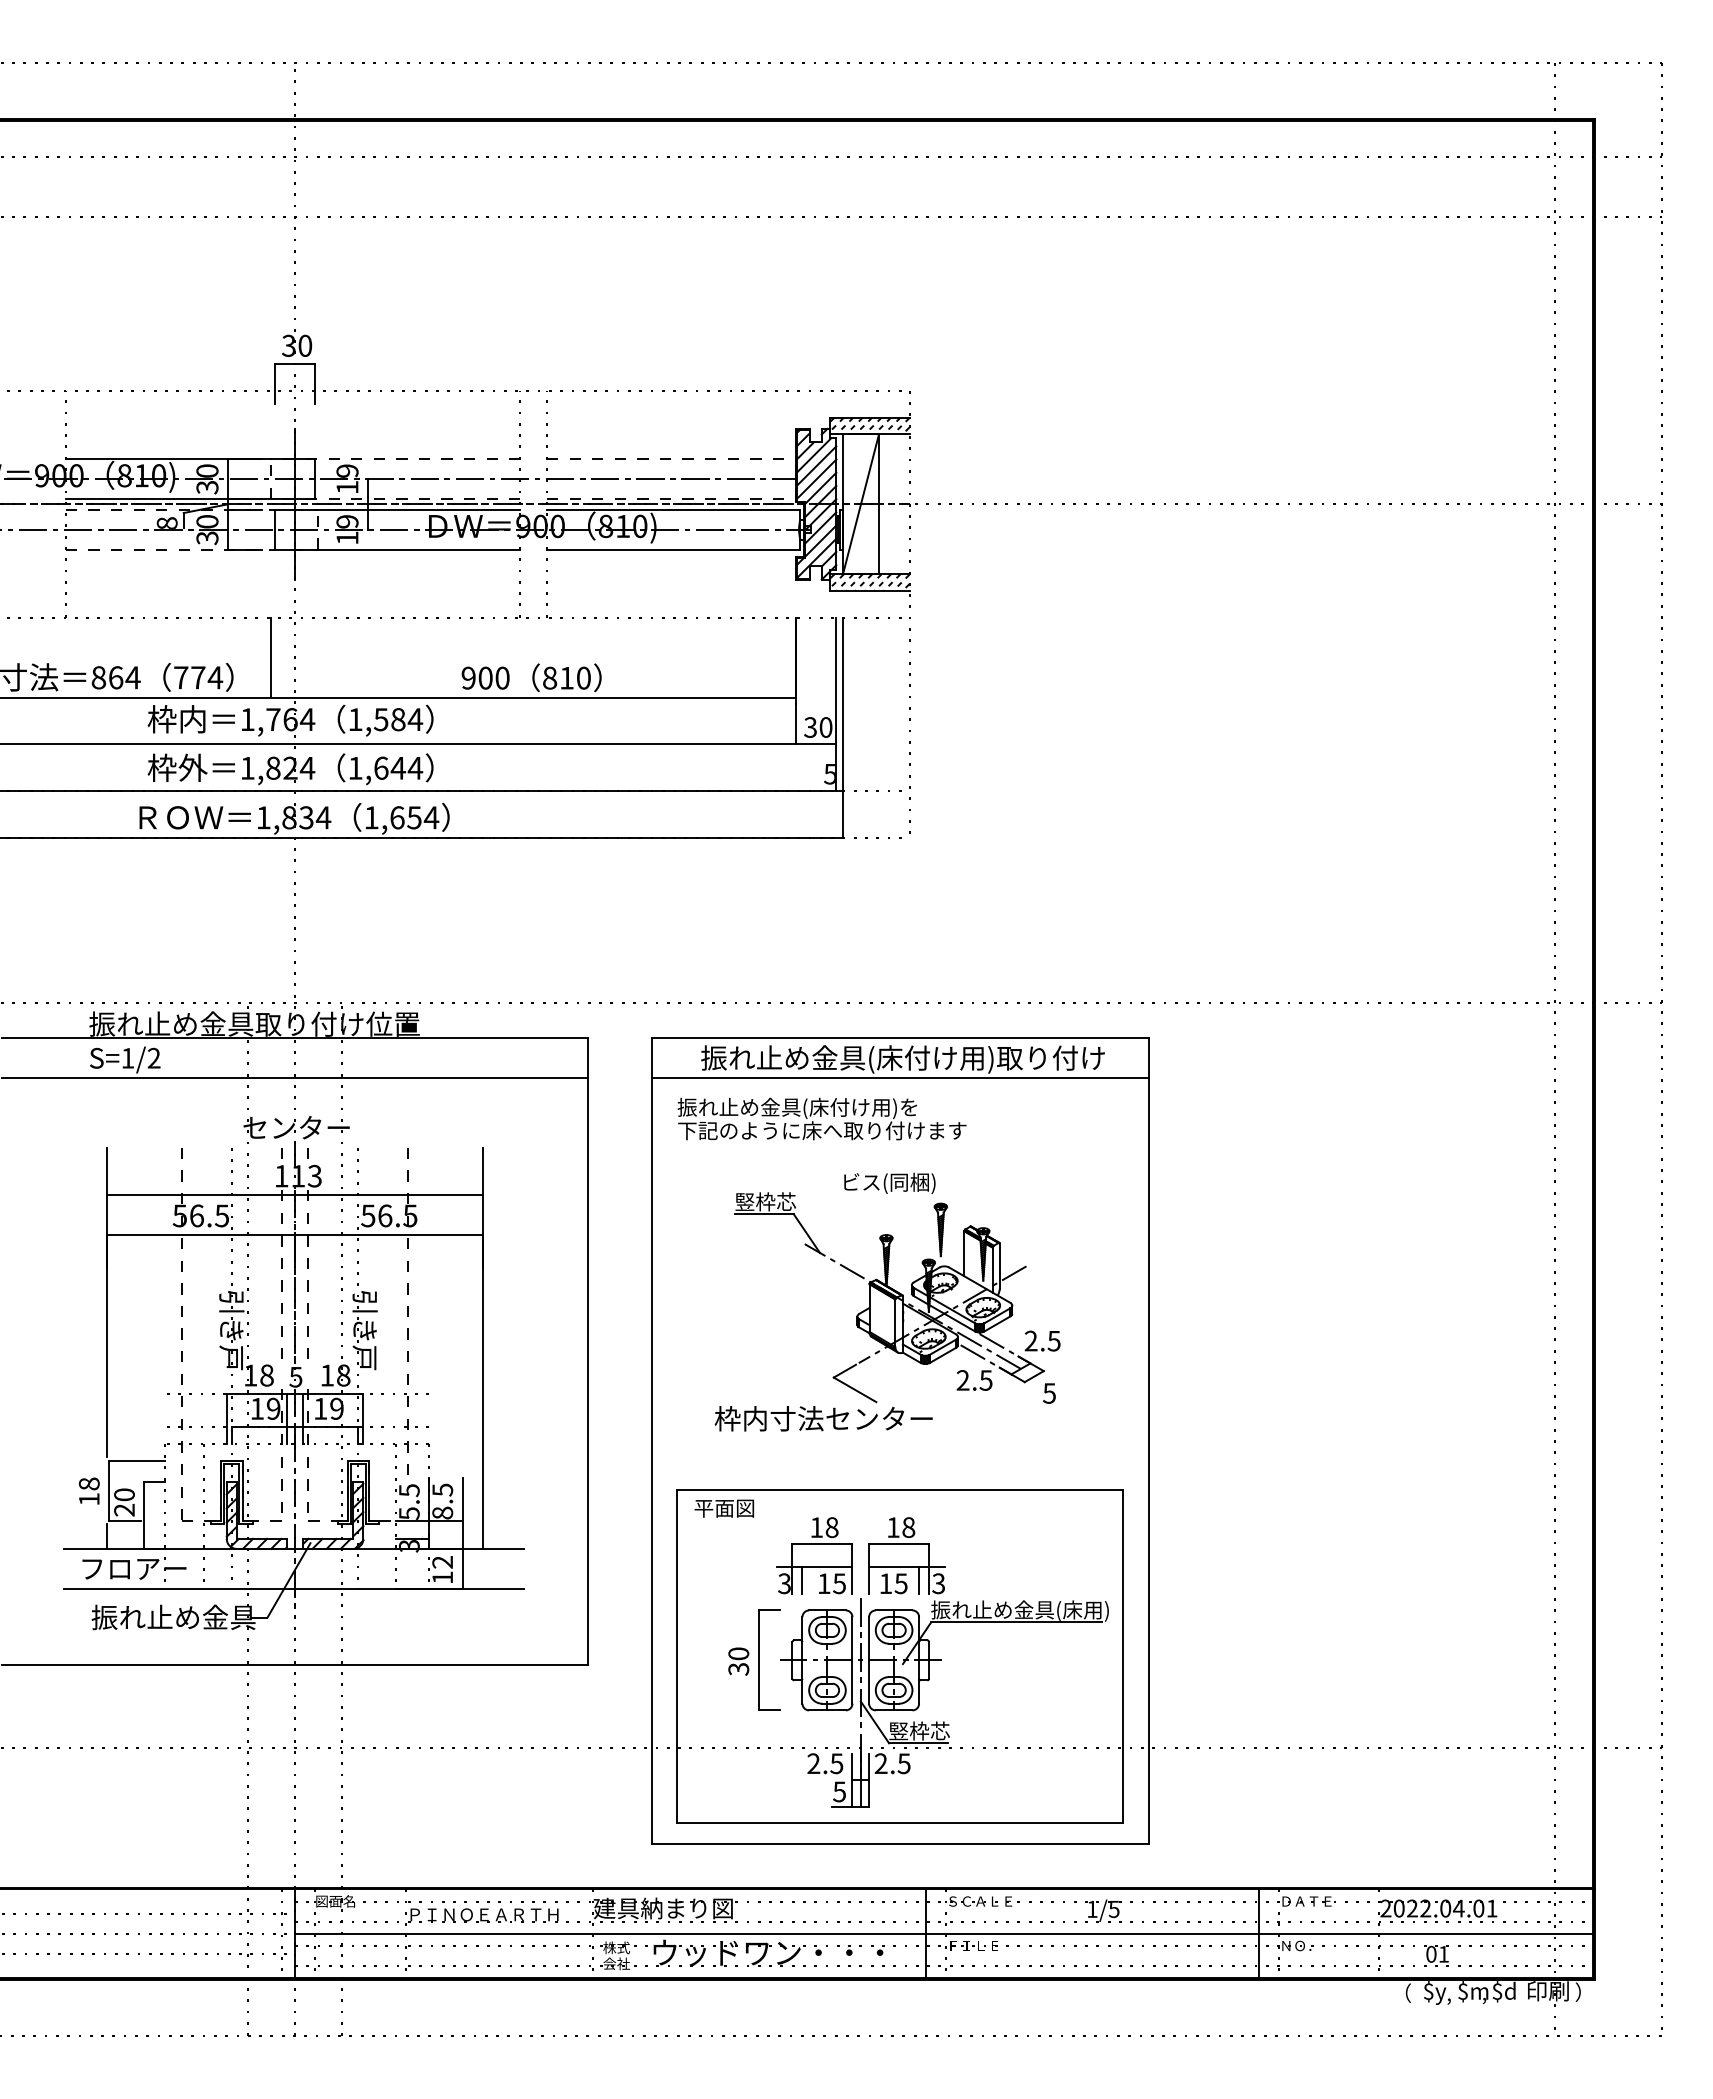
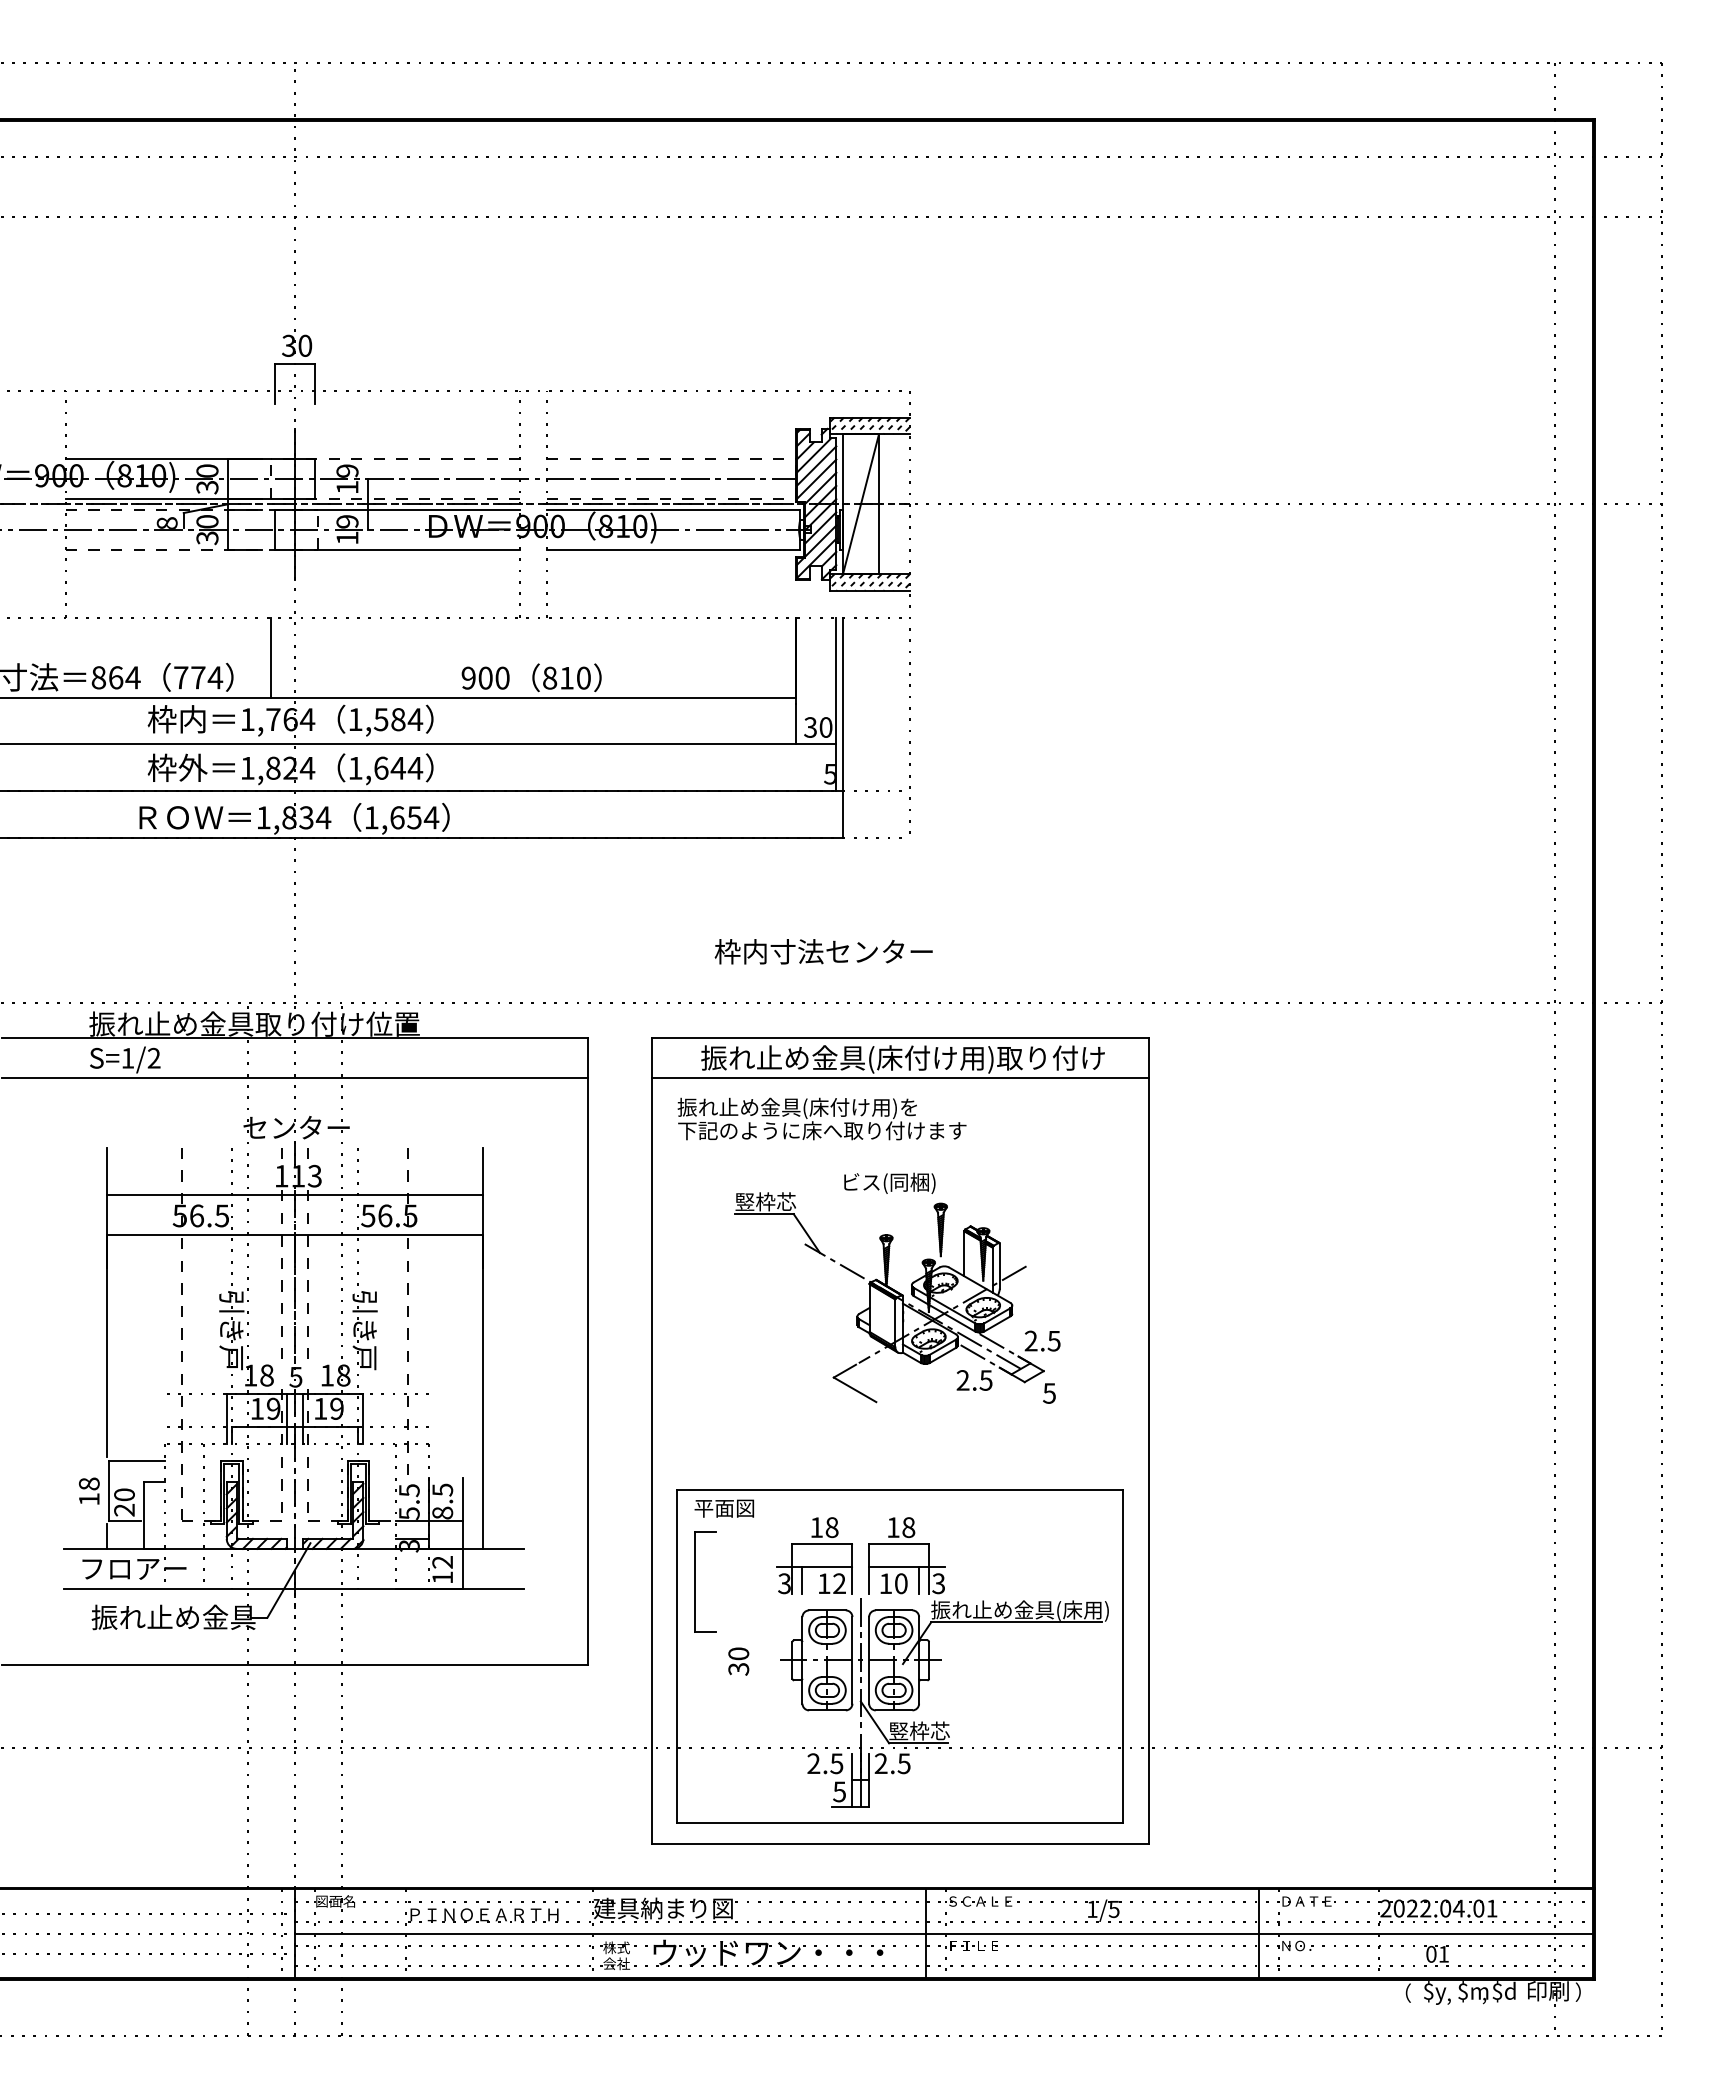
text at (823, 1418) position: (823, 1418) -> (823, 951)
text at (839, 1583): 15 -> 12
text at (900, 1583): 15 -> 10
part at (759, 1659) position: (759, 1659) -> (695, 1581)
